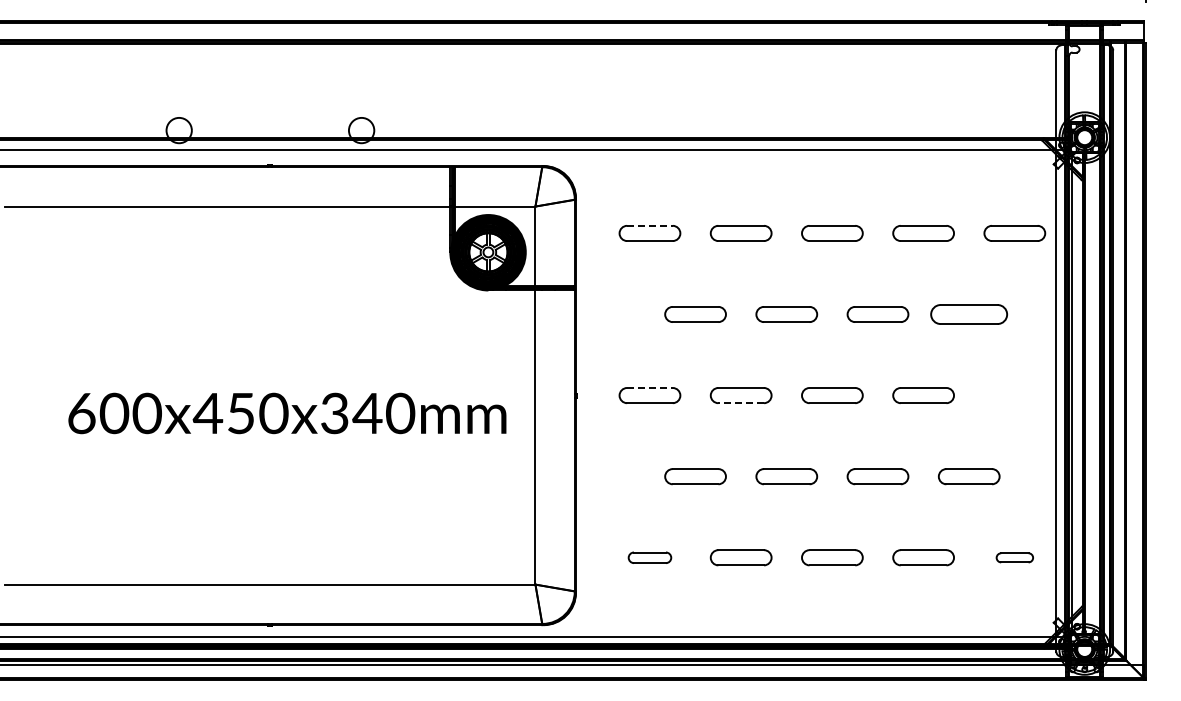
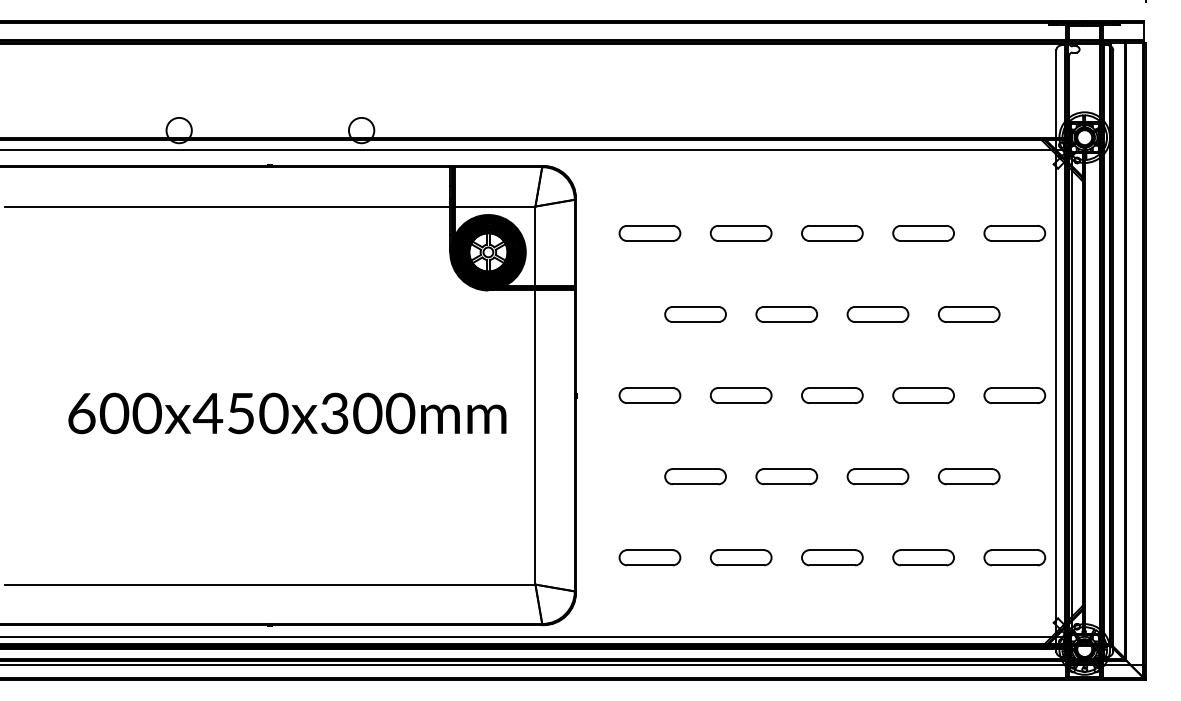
line at (649, 225): dashed -> solid
part at (969, 314) size: 79x21 px -> 63x17 px
line at (649, 387): dashed -> solid
part at (1014, 395): none -> present
line at (741, 403): dashed -> solid
text at (367, 413): 600x450x340mm -> 600x450x300mm
part at (649, 557) size: 46x13 px -> 64x18 px
part at (1014, 557) size: 39x12 px -> 64x18 px
